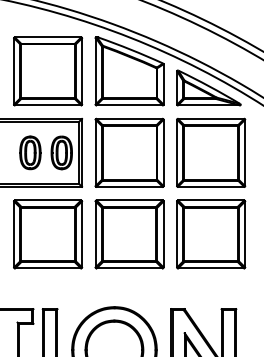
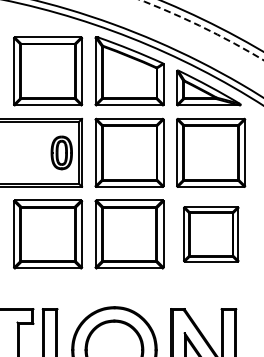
circle at (201, 30): solid -> dashed
part at (30, 152): present -> none
part at (211, 234) size: 71x71 px -> 57x57 px
